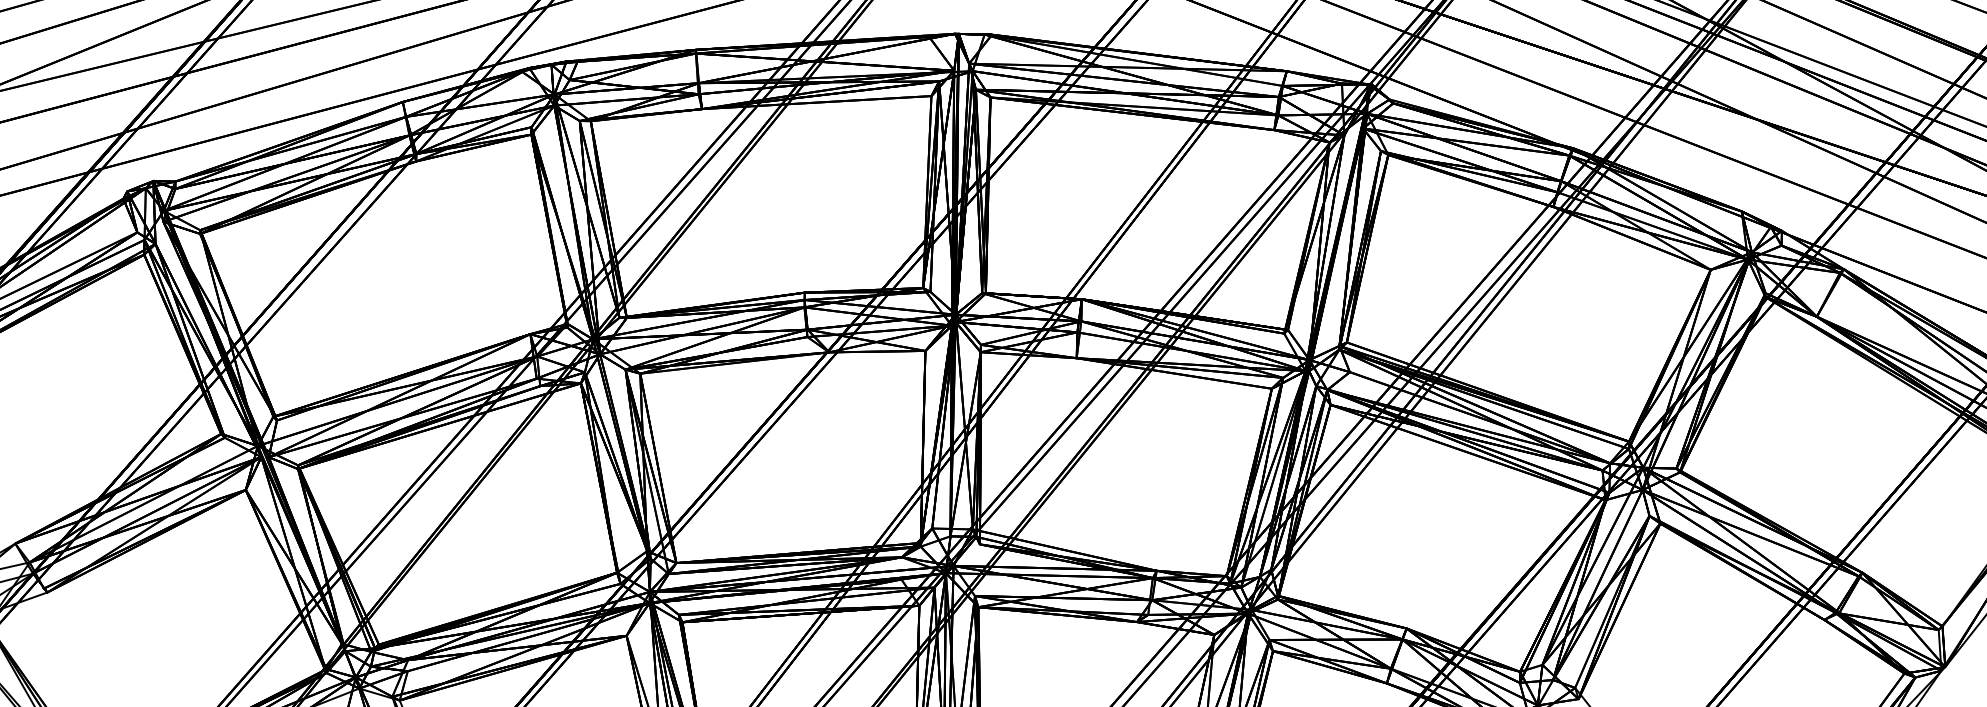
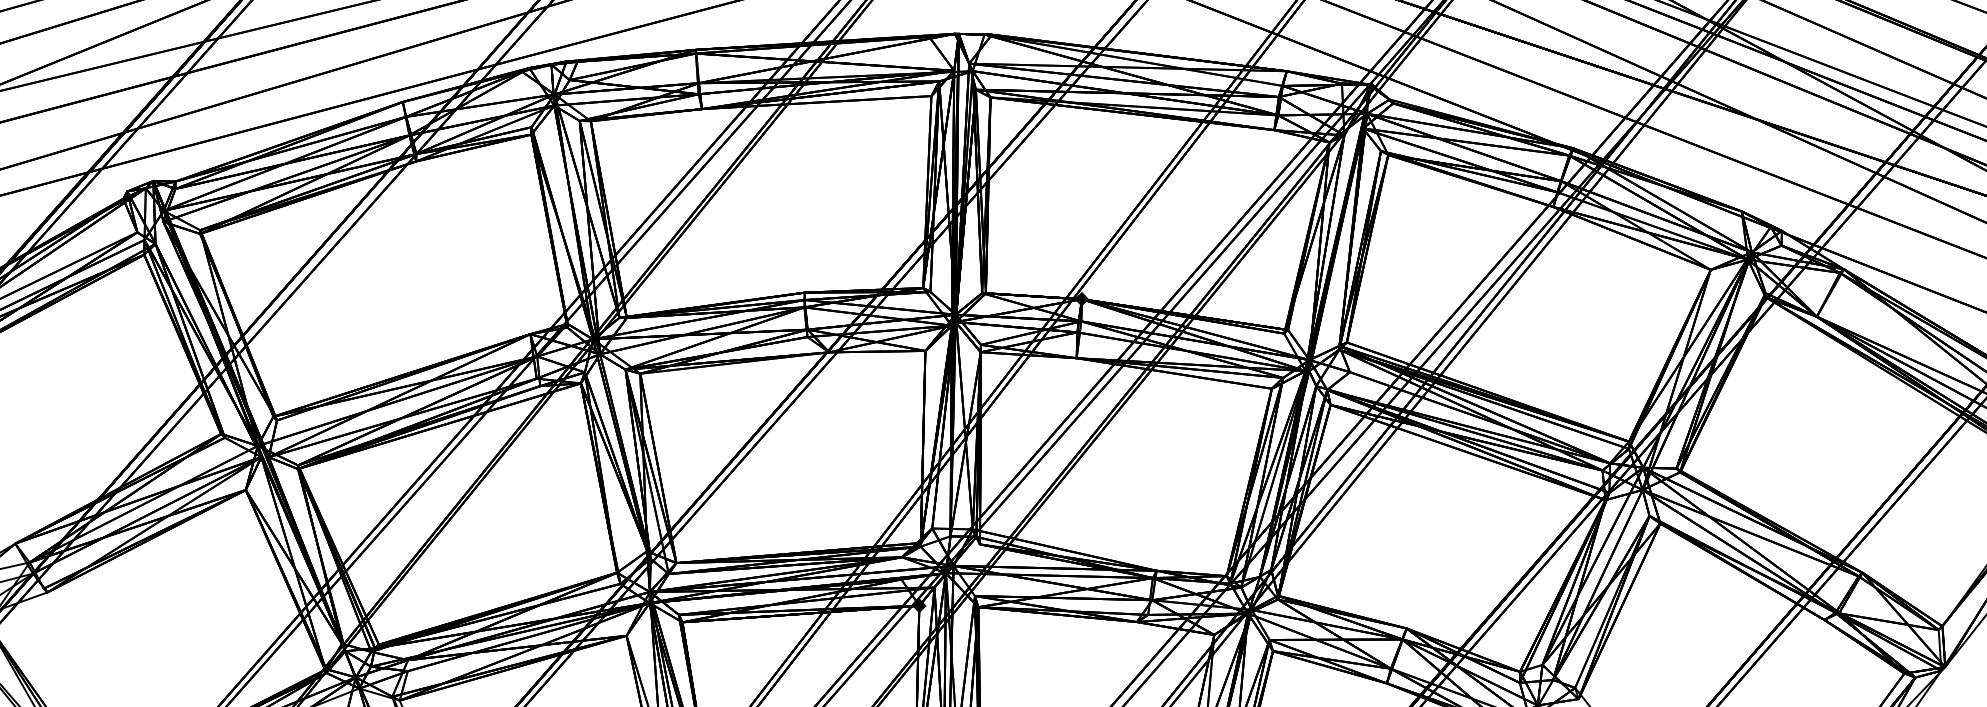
fill at (1081, 298): none -> present
fill at (918, 605): none -> present
